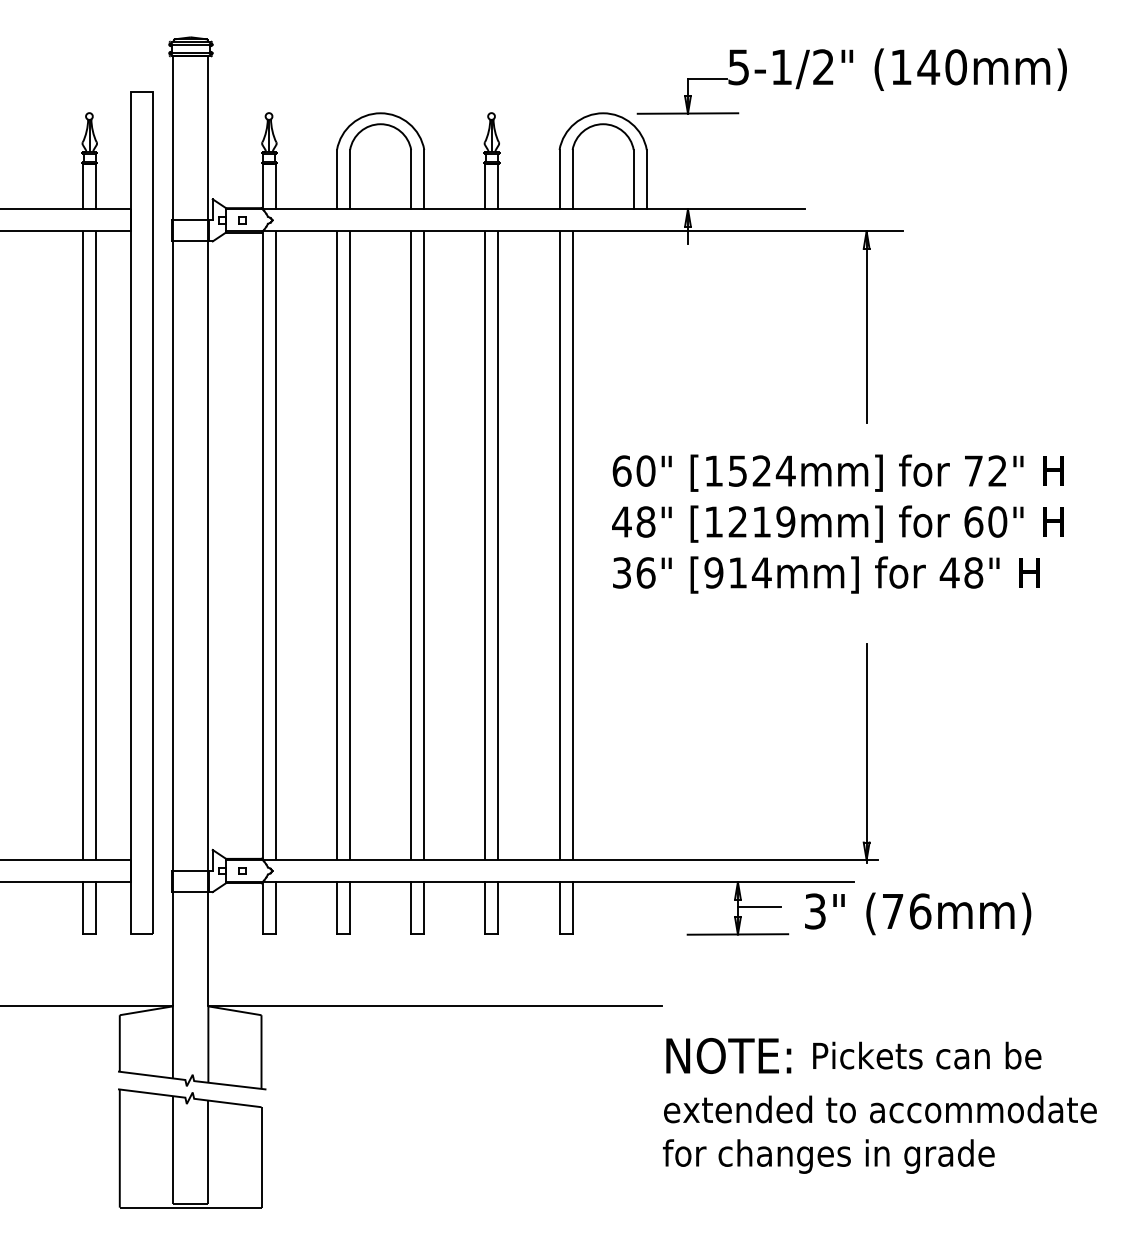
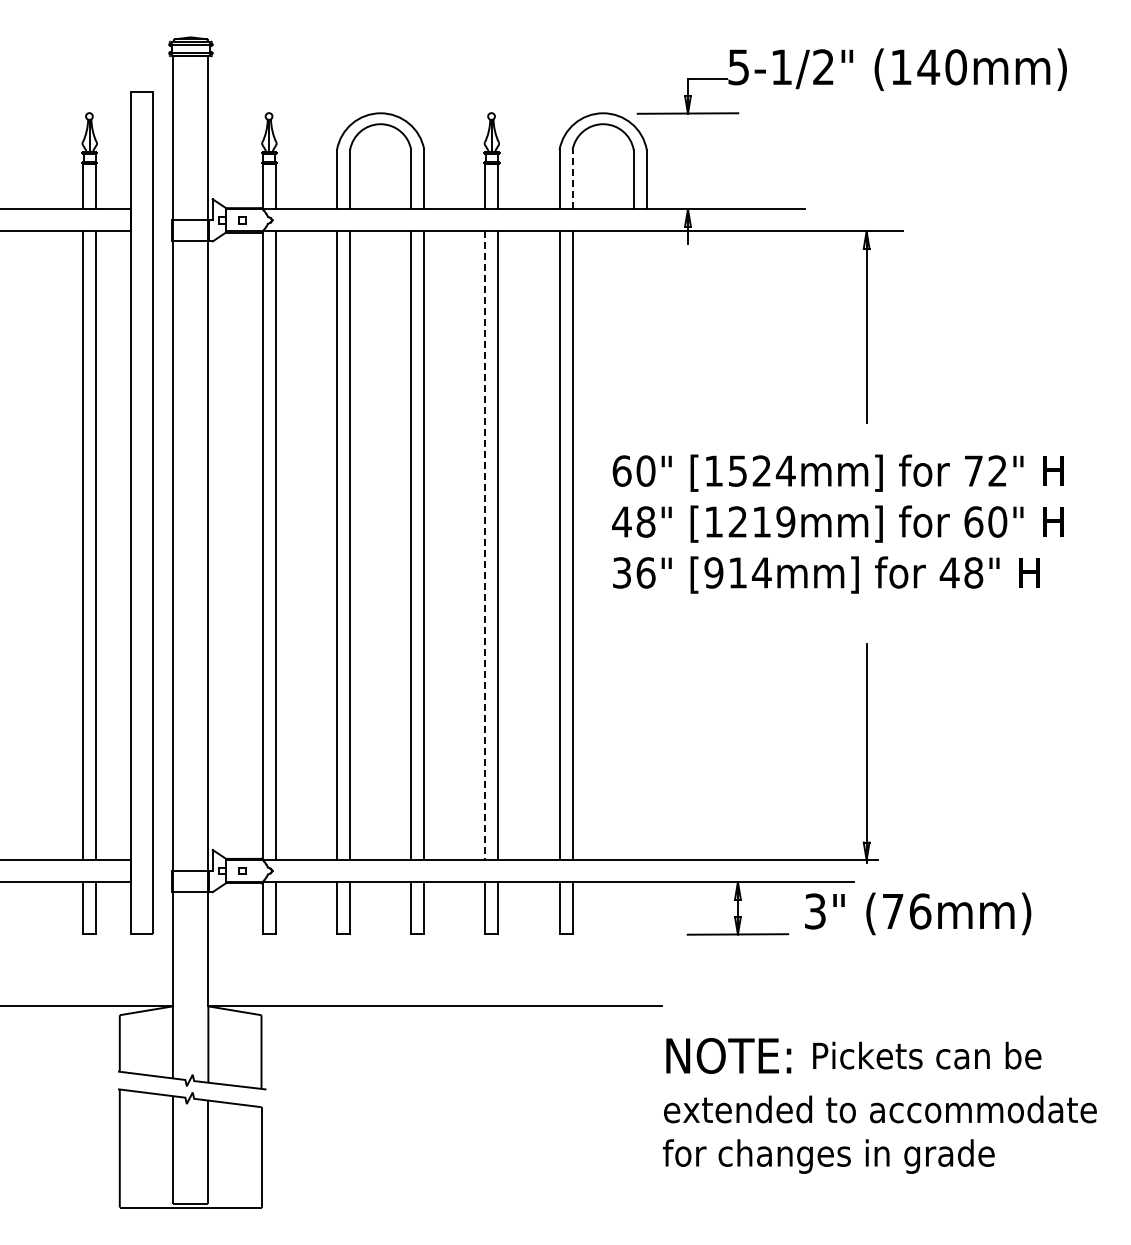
line at (572, 179): solid -> dashed
line at (485, 546): solid -> dashed
line at (759, 907): present -> none
